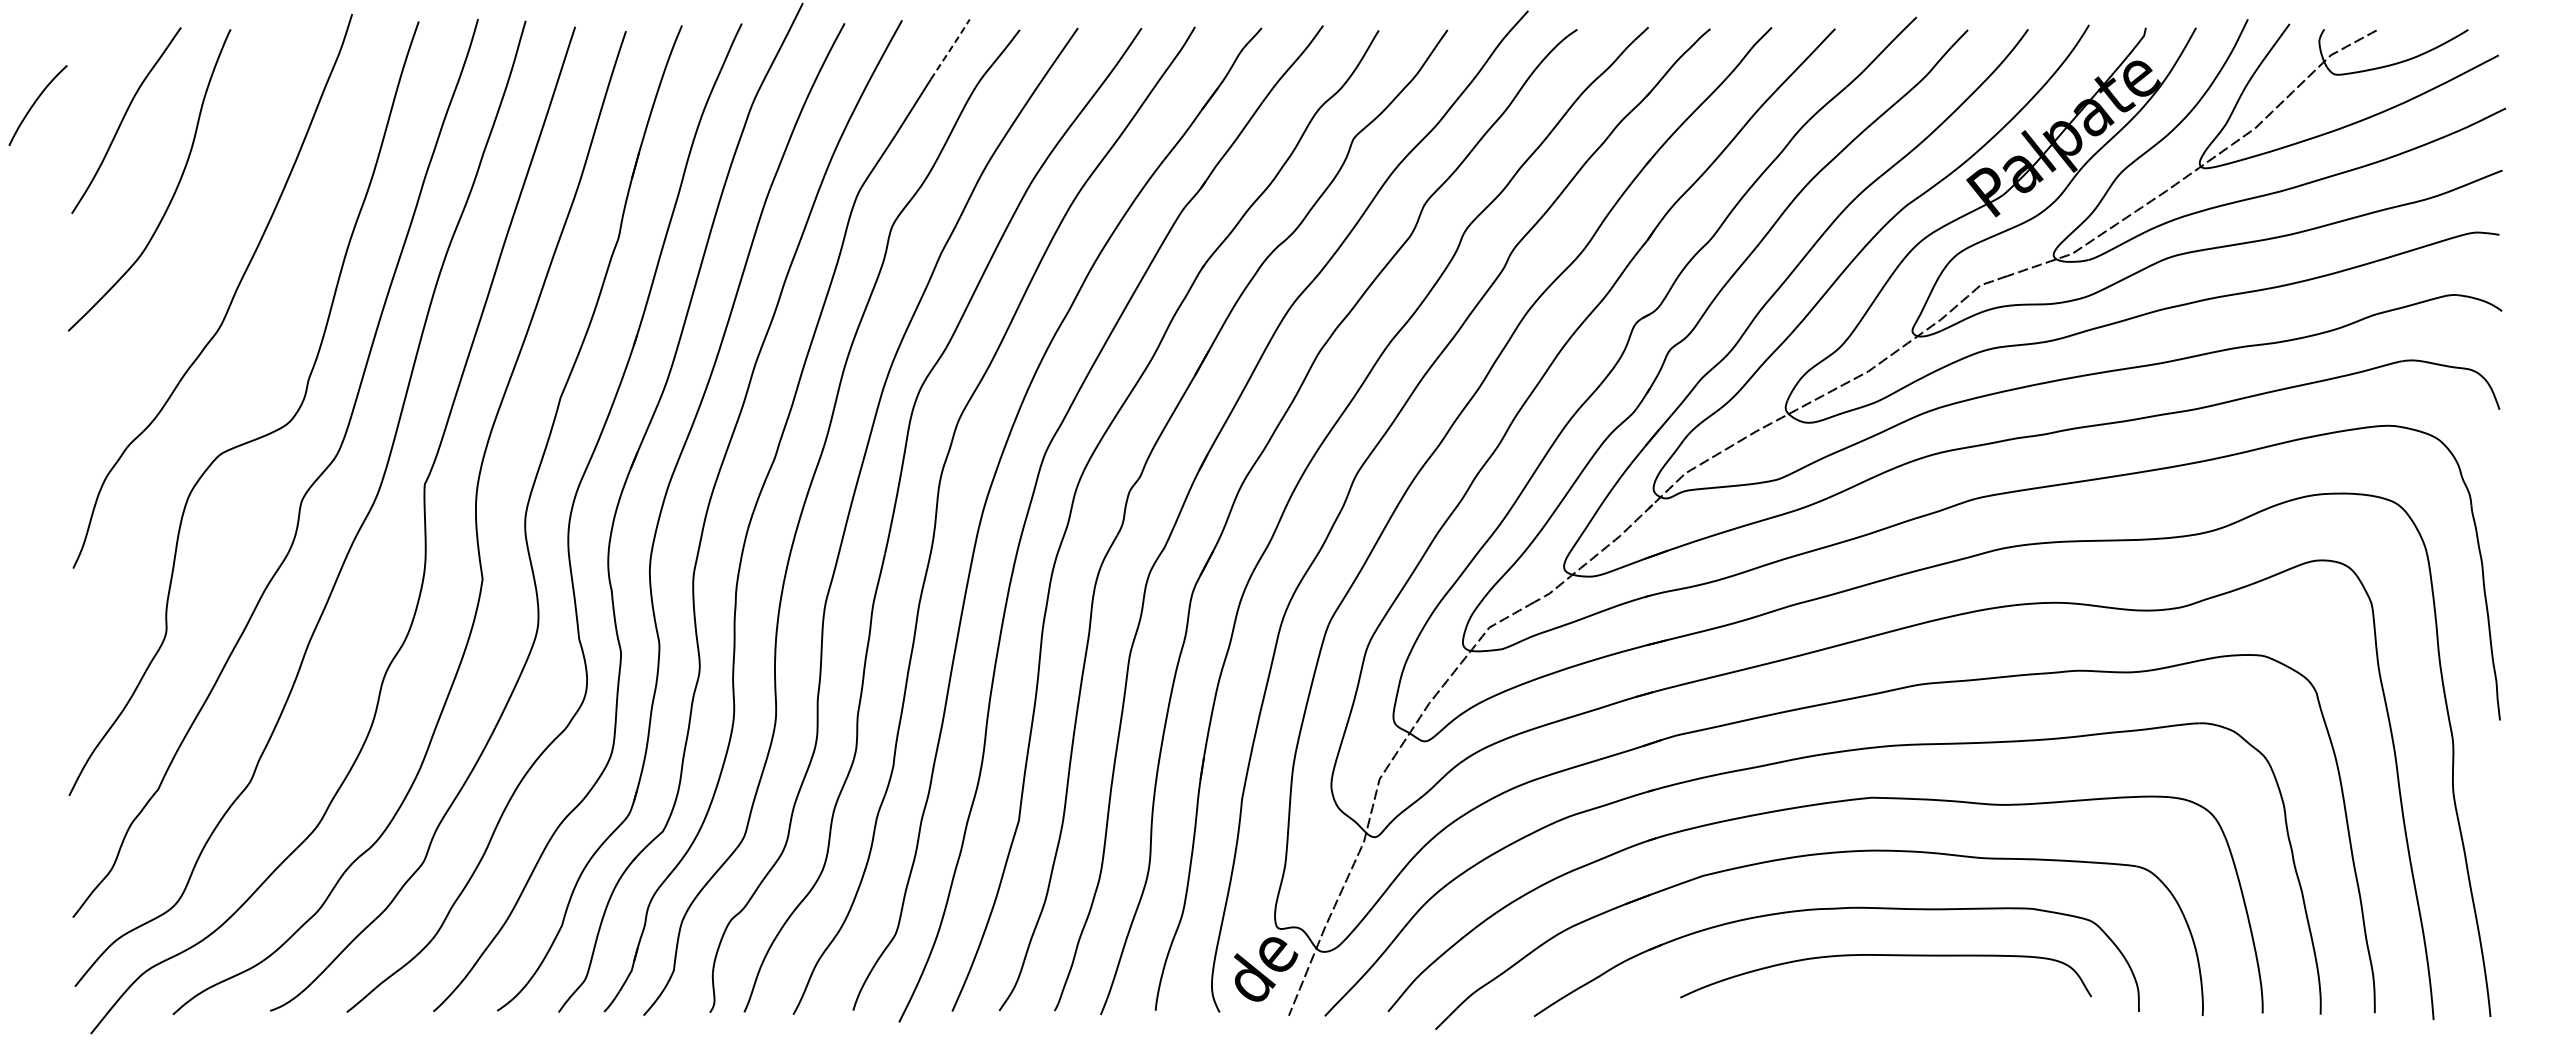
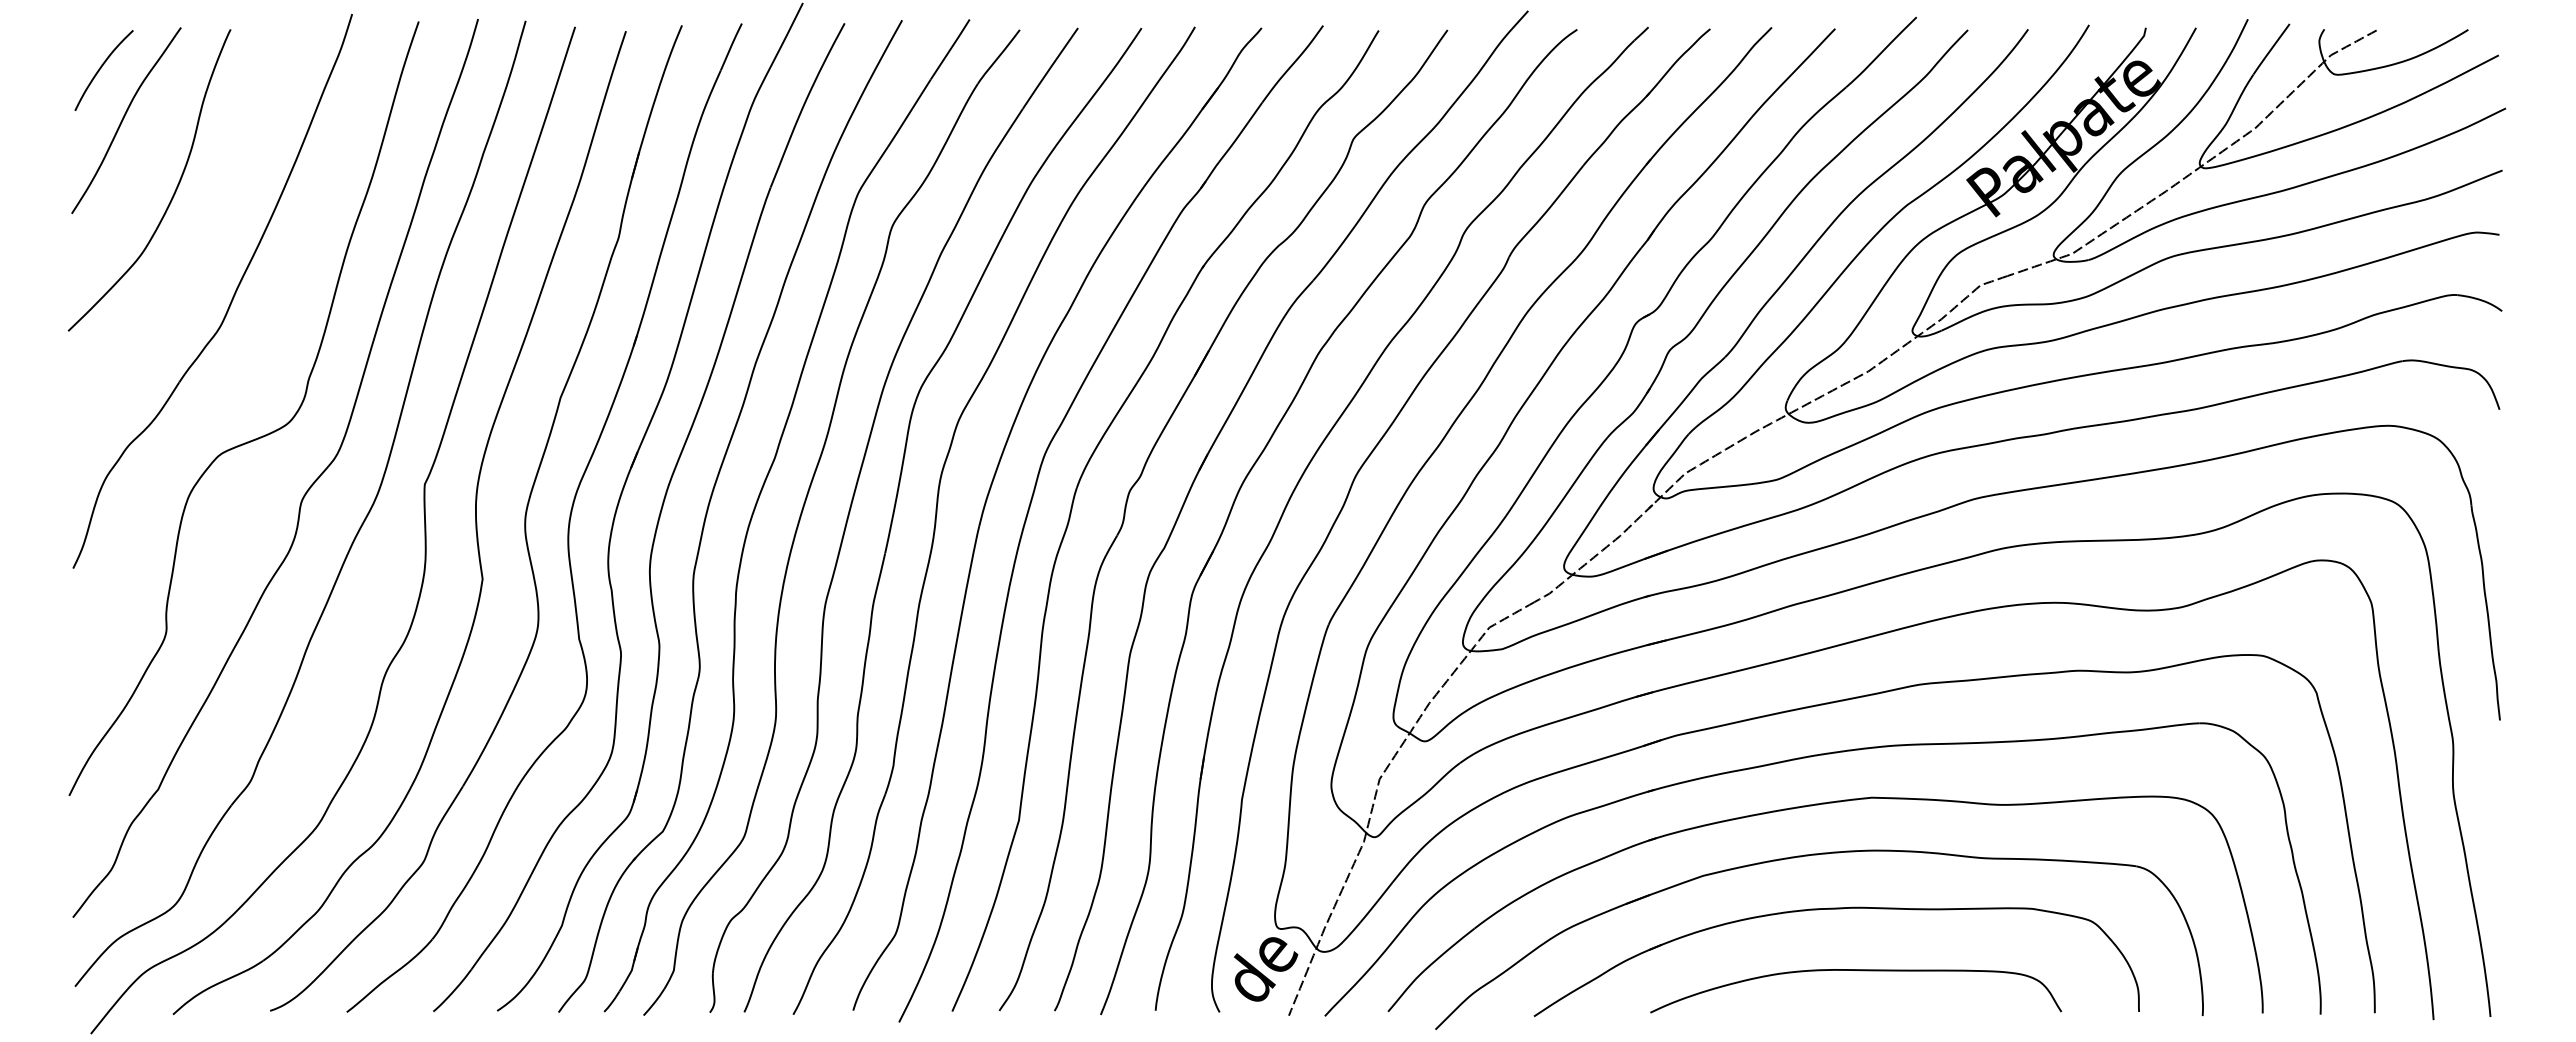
line at (950, 48): dashed -> solid
curve at (35, 103) position: (35, 103) -> (101, 68)
curve at (1890, 956) position: (1890, 956) -> (1860, 971)
